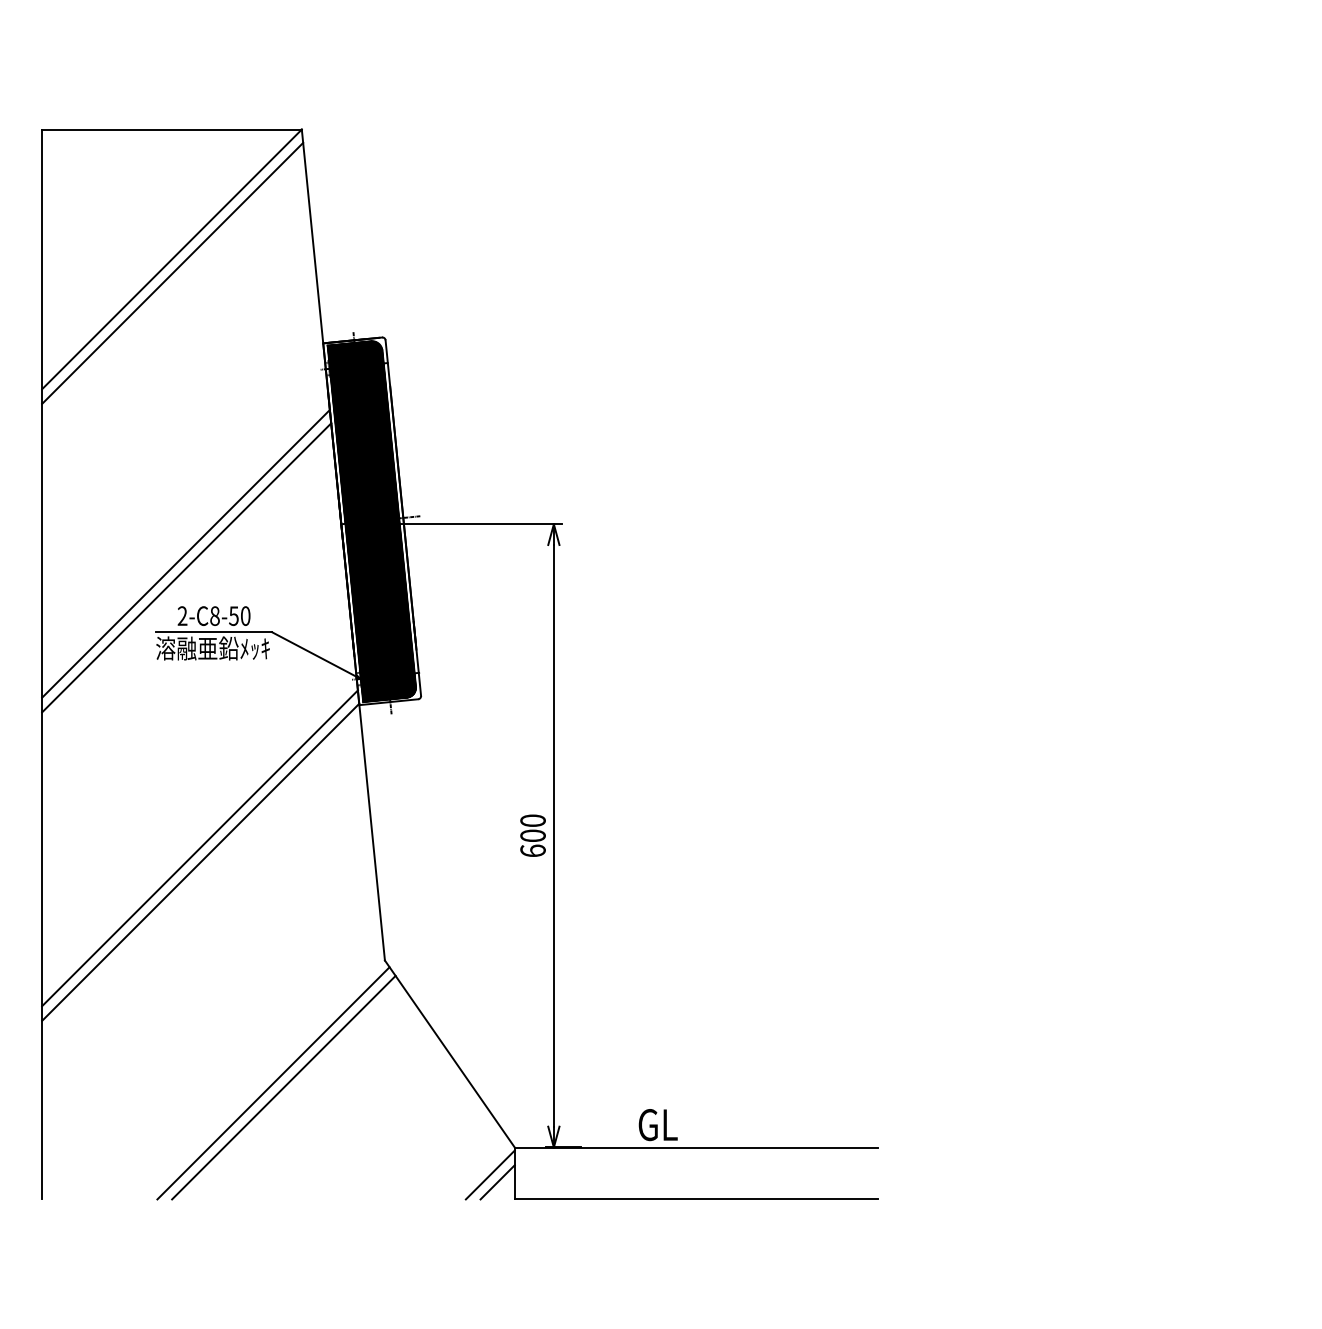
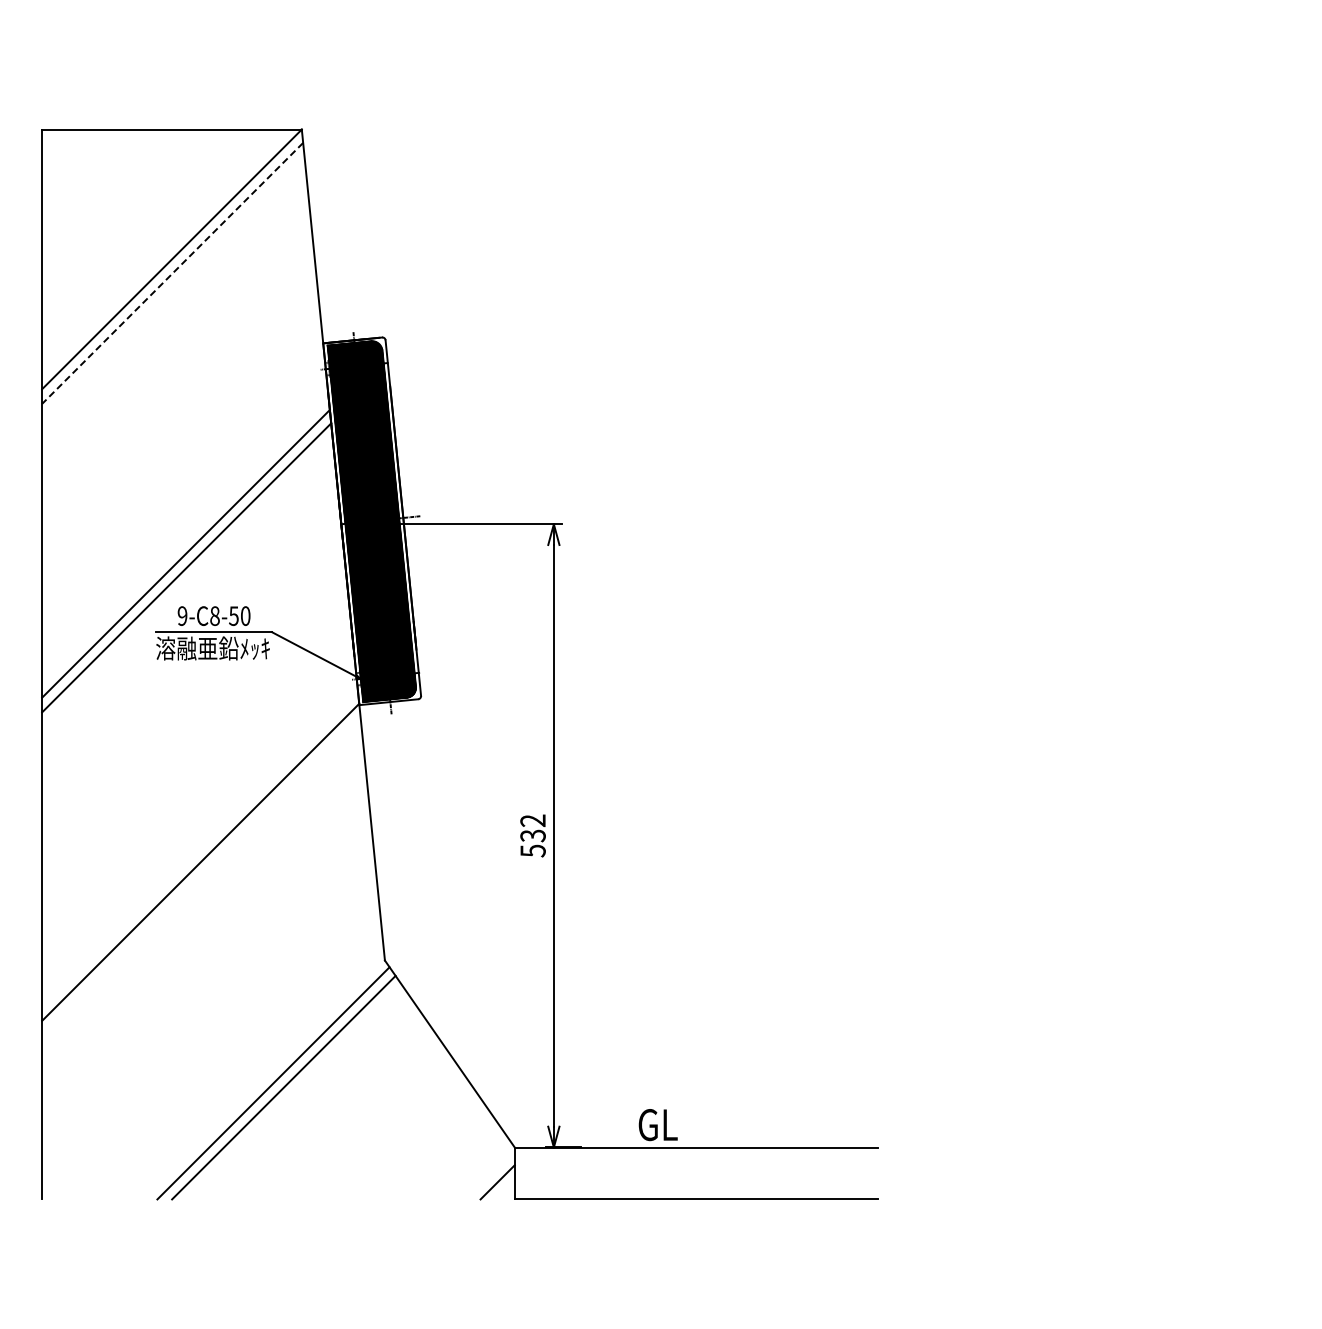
line at (172, 273): solid -> dashed
text at (182, 615): 2-C8-50 -> 9-C8-50
text at (532, 835): 600 -> 532
line at (199, 848): present -> none
line at (489, 1174): present -> none
